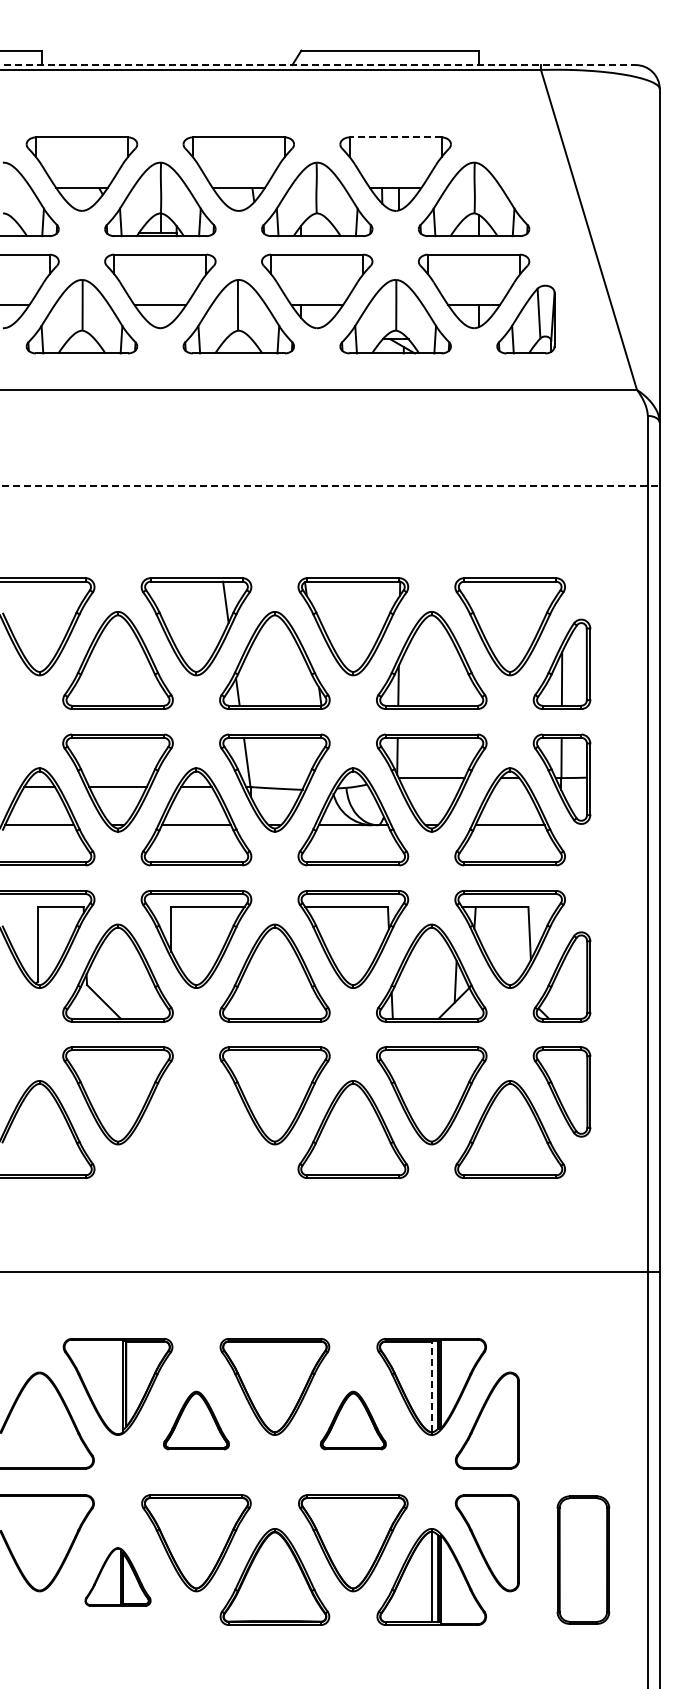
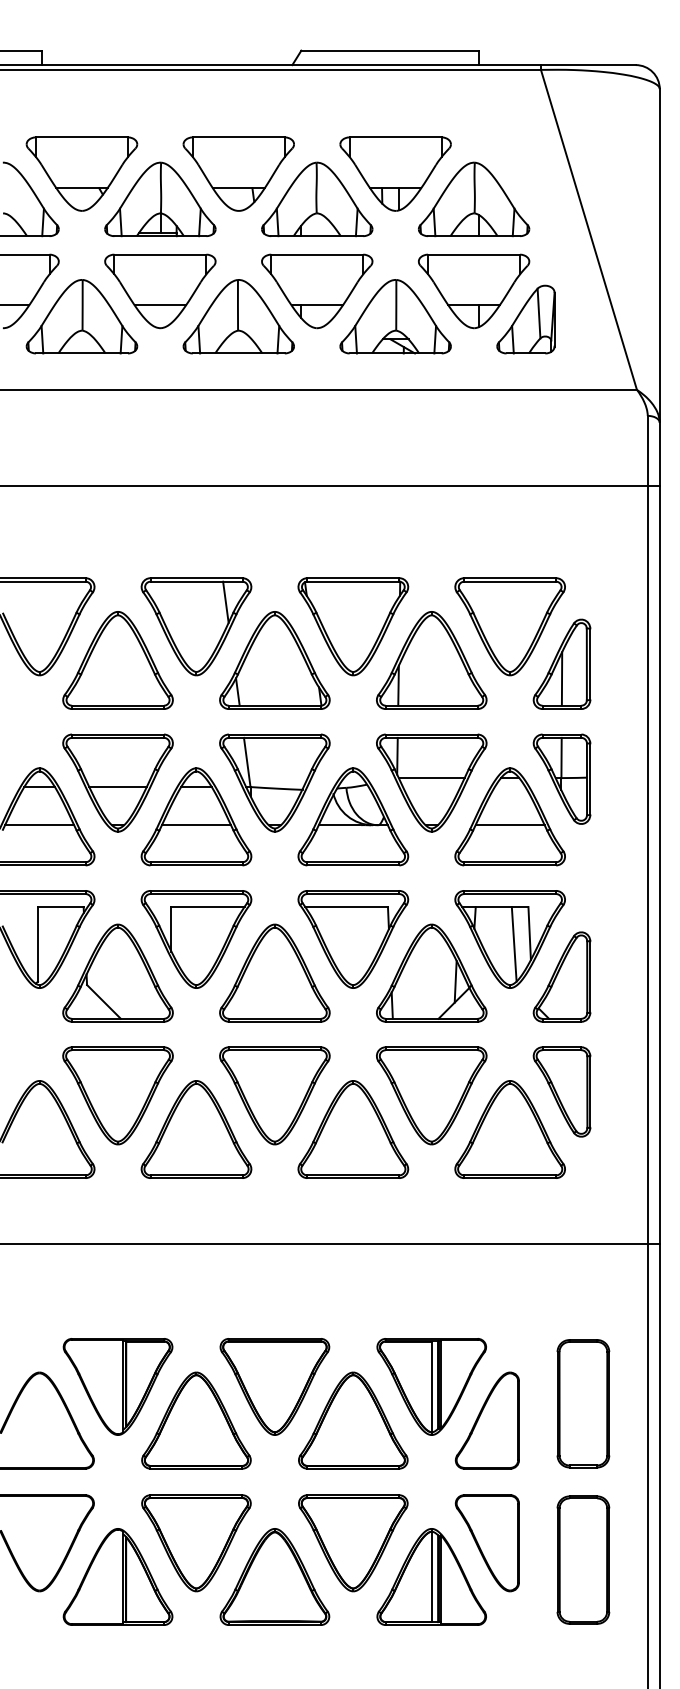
line at (317, 65): dashed -> solid
line at (395, 137): dashed -> solid
line at (329, 486): dashed -> solid
line at (513, 944): none -> present
part at (196, 1129): none -> present
line at (330, 1271) position: (330, 1271) -> (330, 1243)
line at (431, 1386): dashed -> solid
part at (583, 1403): none -> present
part at (196, 1420) size: 67x61 px -> 111x99 px
part at (353, 1420) size: 67x61 px -> 111x99 px
part at (117, 1576) size: 68x60 px -> 112x98 px
